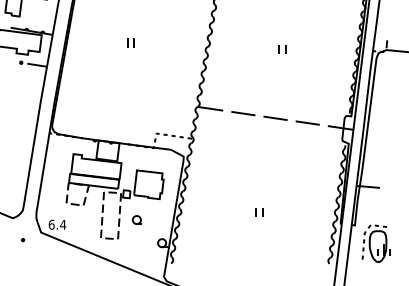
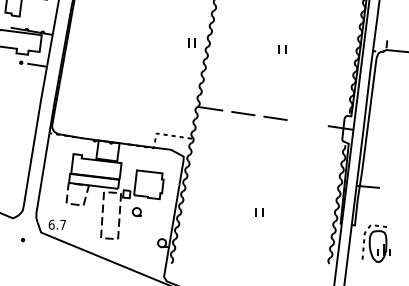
part at (130, 42) position: (130, 42) -> (191, 42)
line at (307, 122): present -> none
part at (136, 219) position: (136, 219) -> (136, 211)
text at (63, 224): 6.4 -> 6.7
